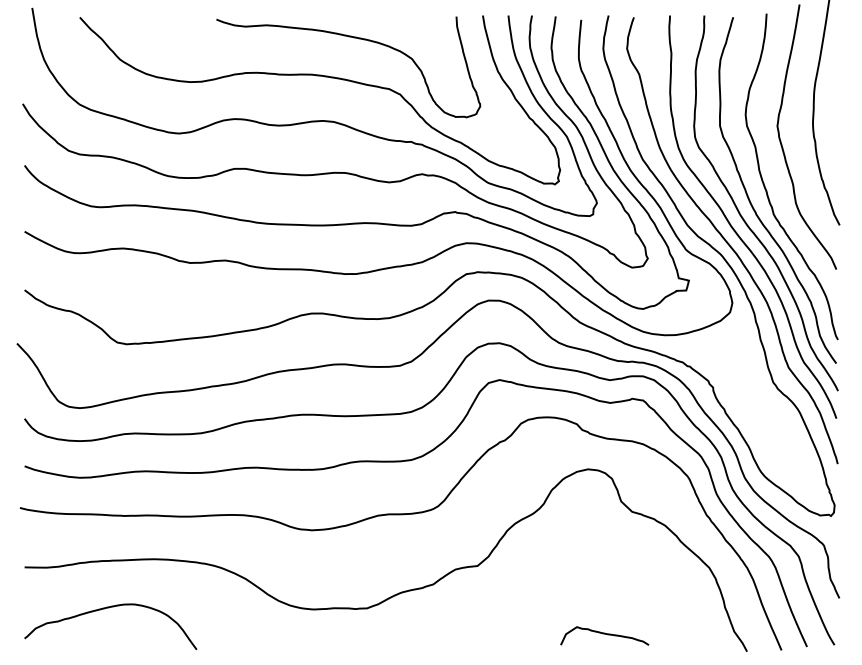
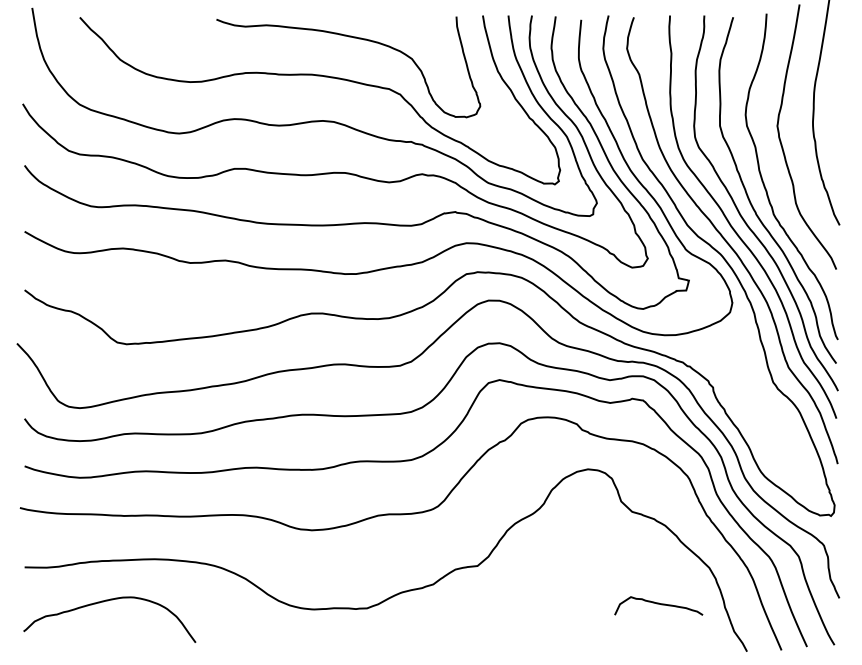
curve at (109, 608) position: (109, 608) -> (108, 601)
curve at (604, 634) position: (604, 634) -> (658, 604)
